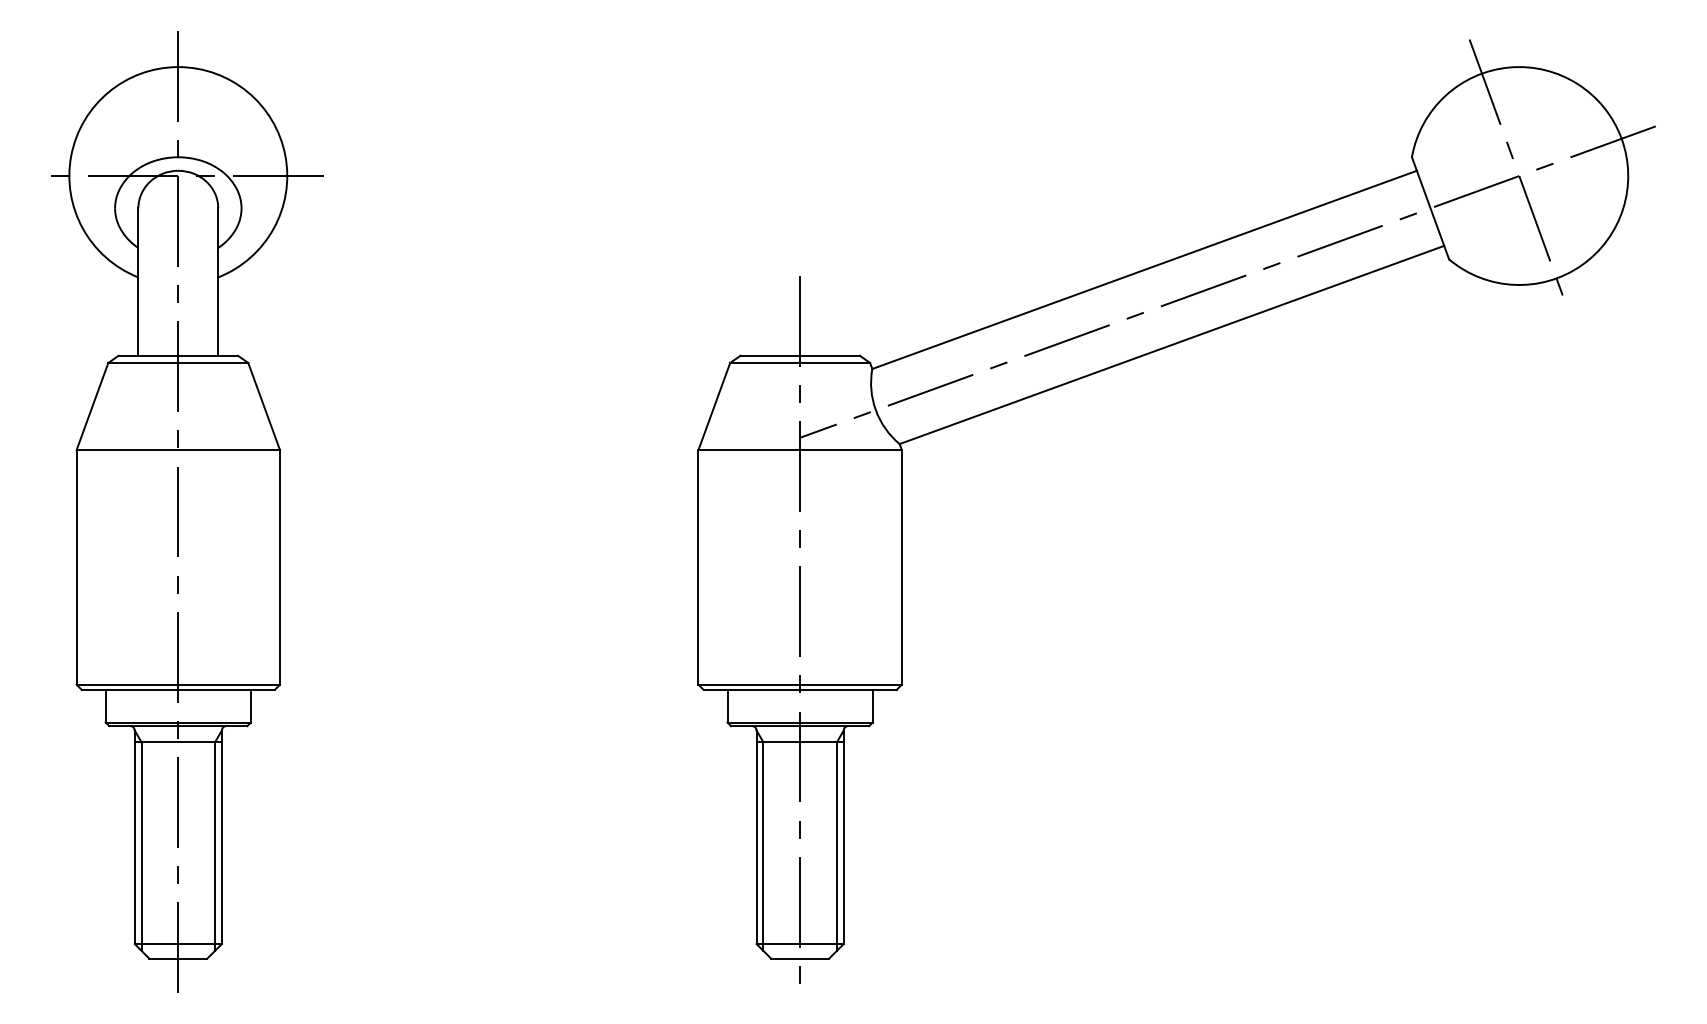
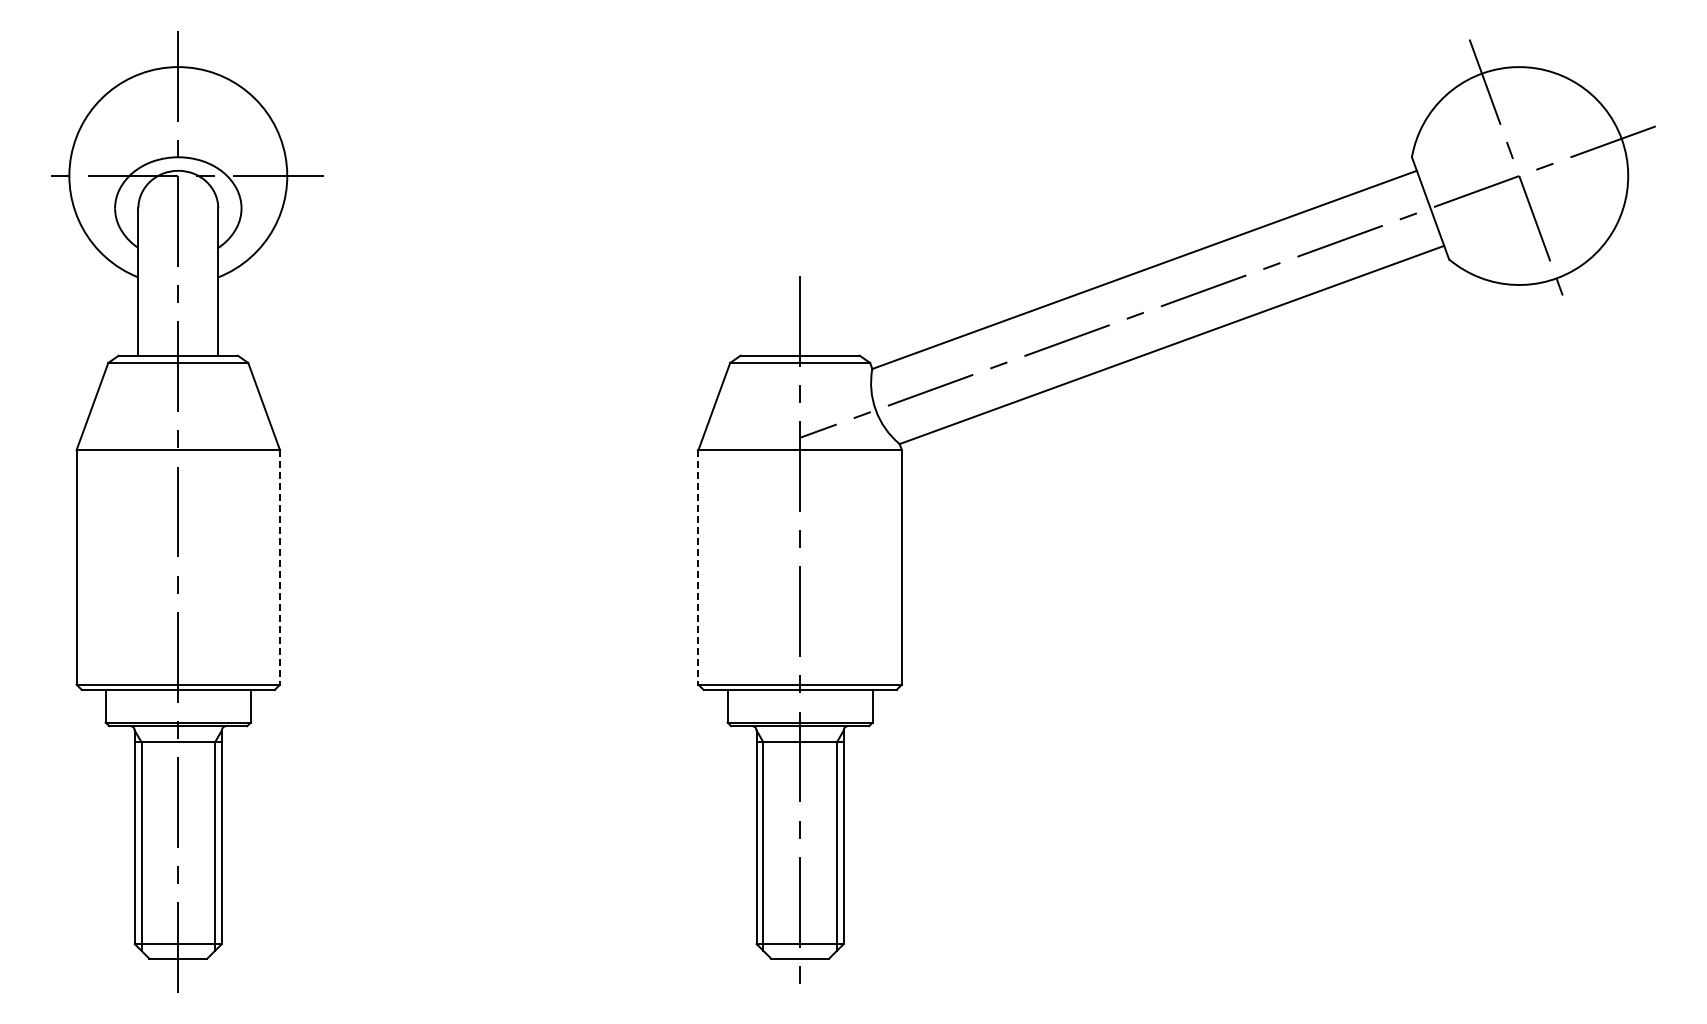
line at (280, 567): solid -> dashed
line at (698, 567): solid -> dashed
